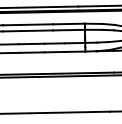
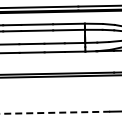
line at (55, 112): solid -> dashed
